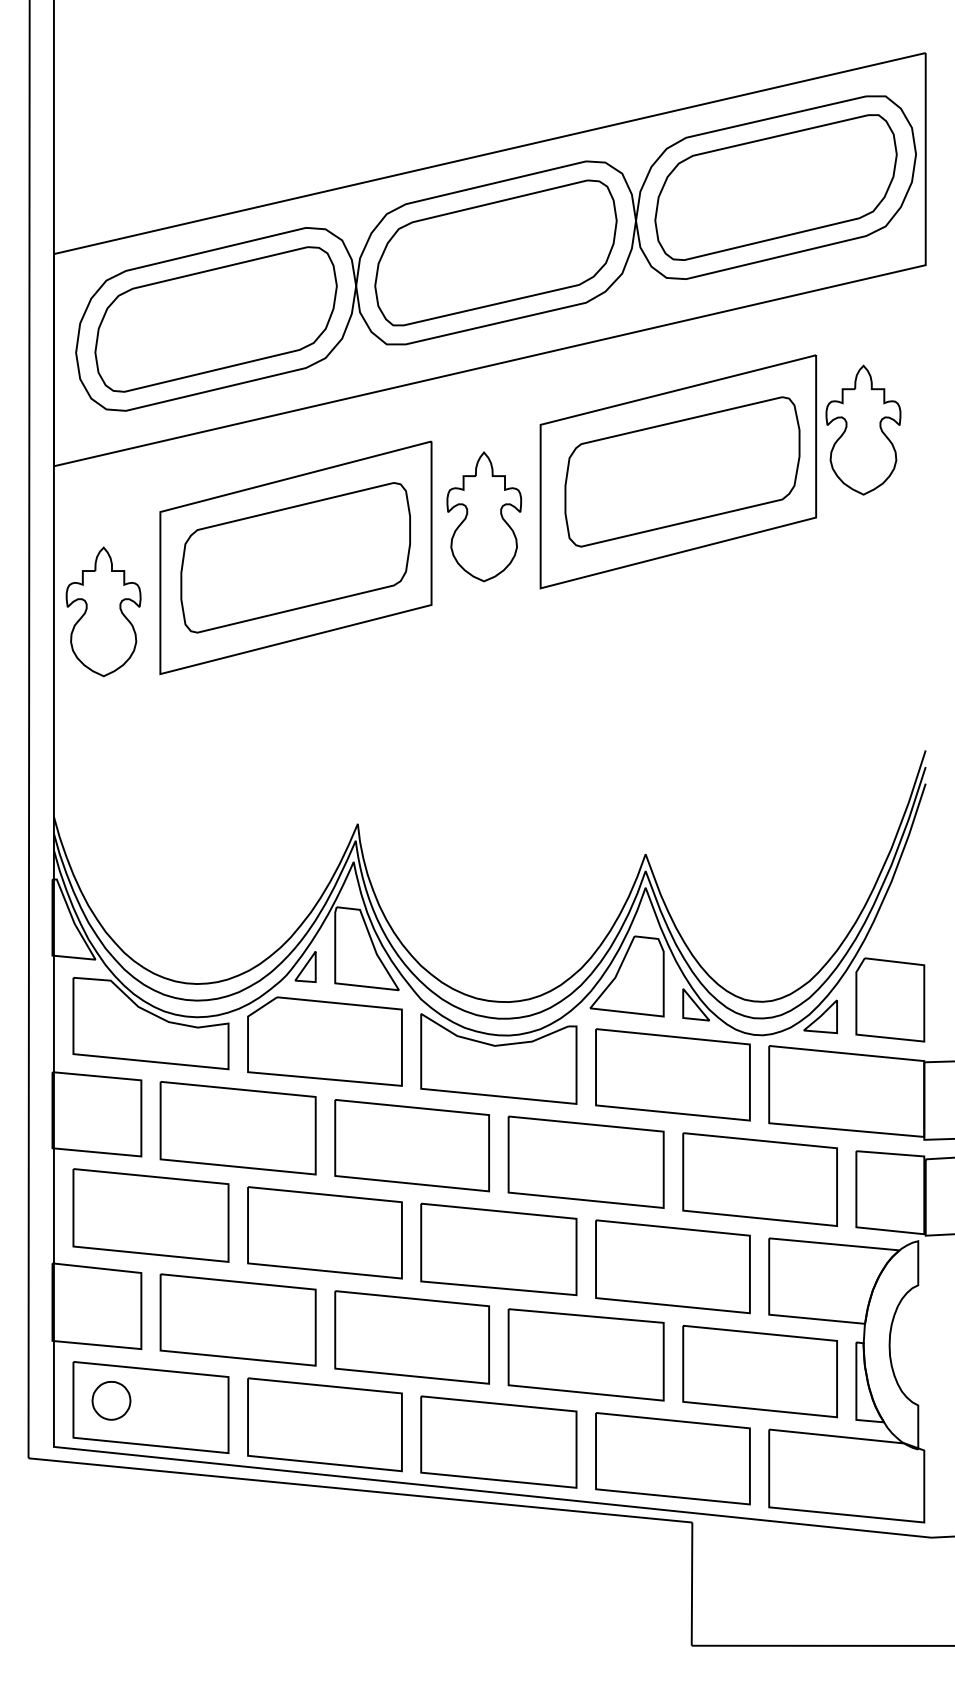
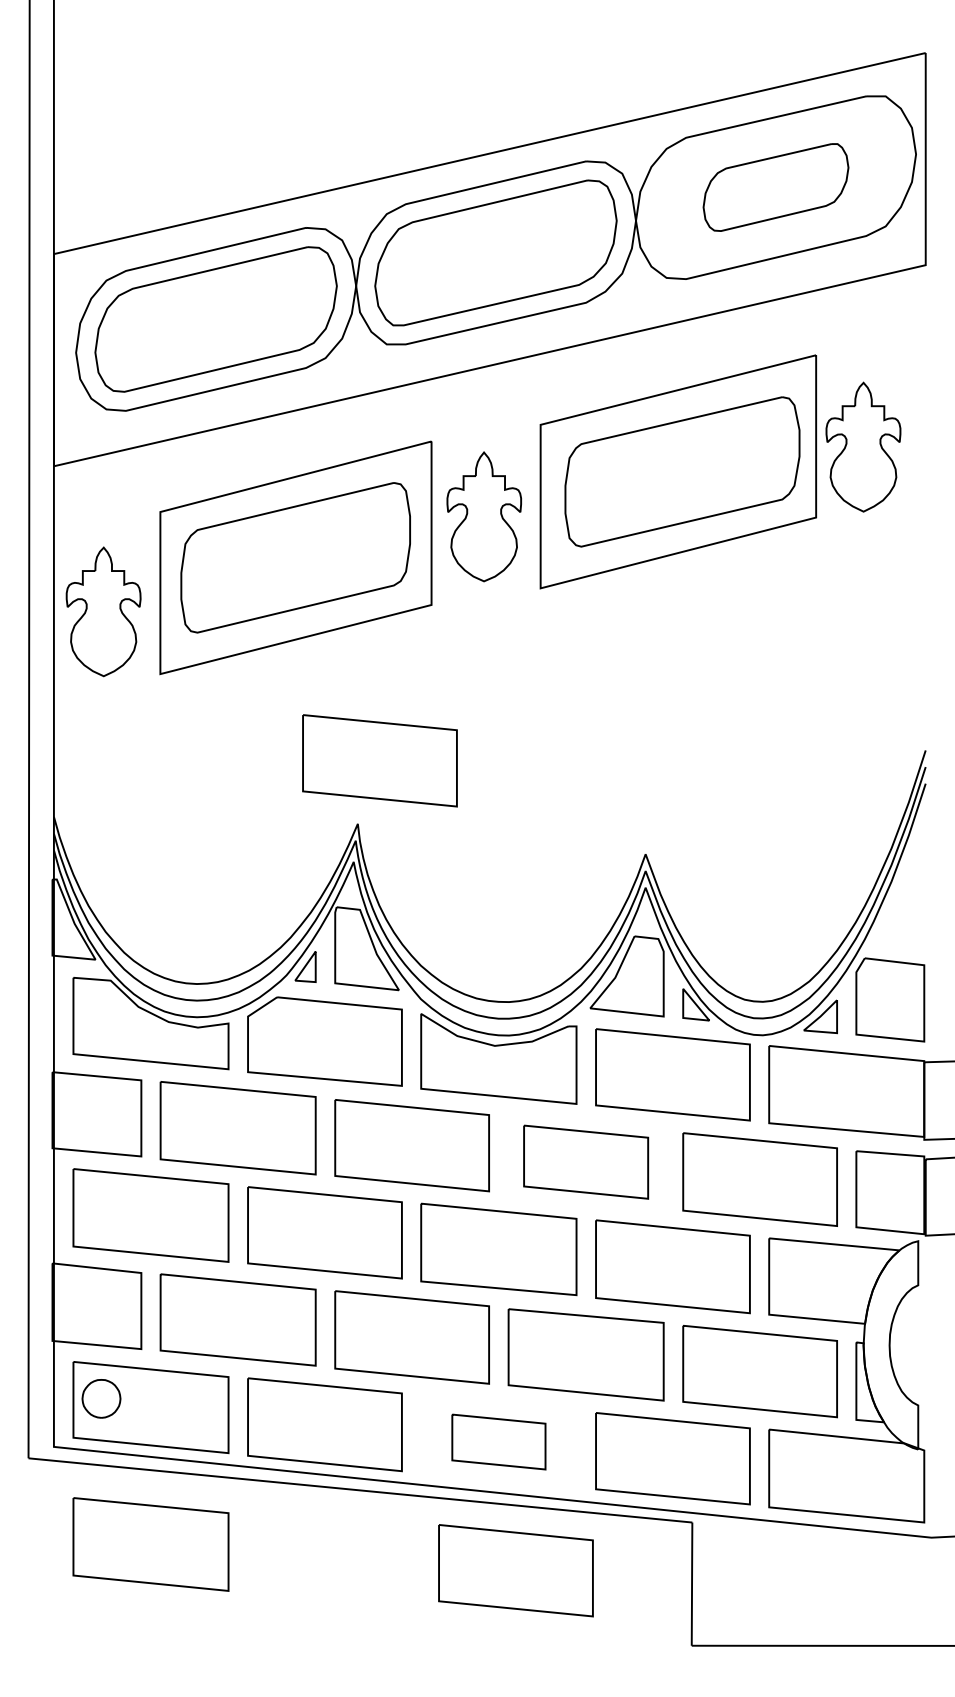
part at (775, 187) size: 244x147 px -> 148x89 px
part at (863, 429) position: (863, 429) -> (863, 446)
part at (379, 760): none -> present
part at (585, 1161) size: 158x94 px -> 127x76 px
part at (111, 1400) position: (111, 1400) -> (101, 1398)
part at (498, 1441) size: 158x94 px -> 96x58 px
part at (150, 1544): none -> present
part at (515, 1570): none -> present
